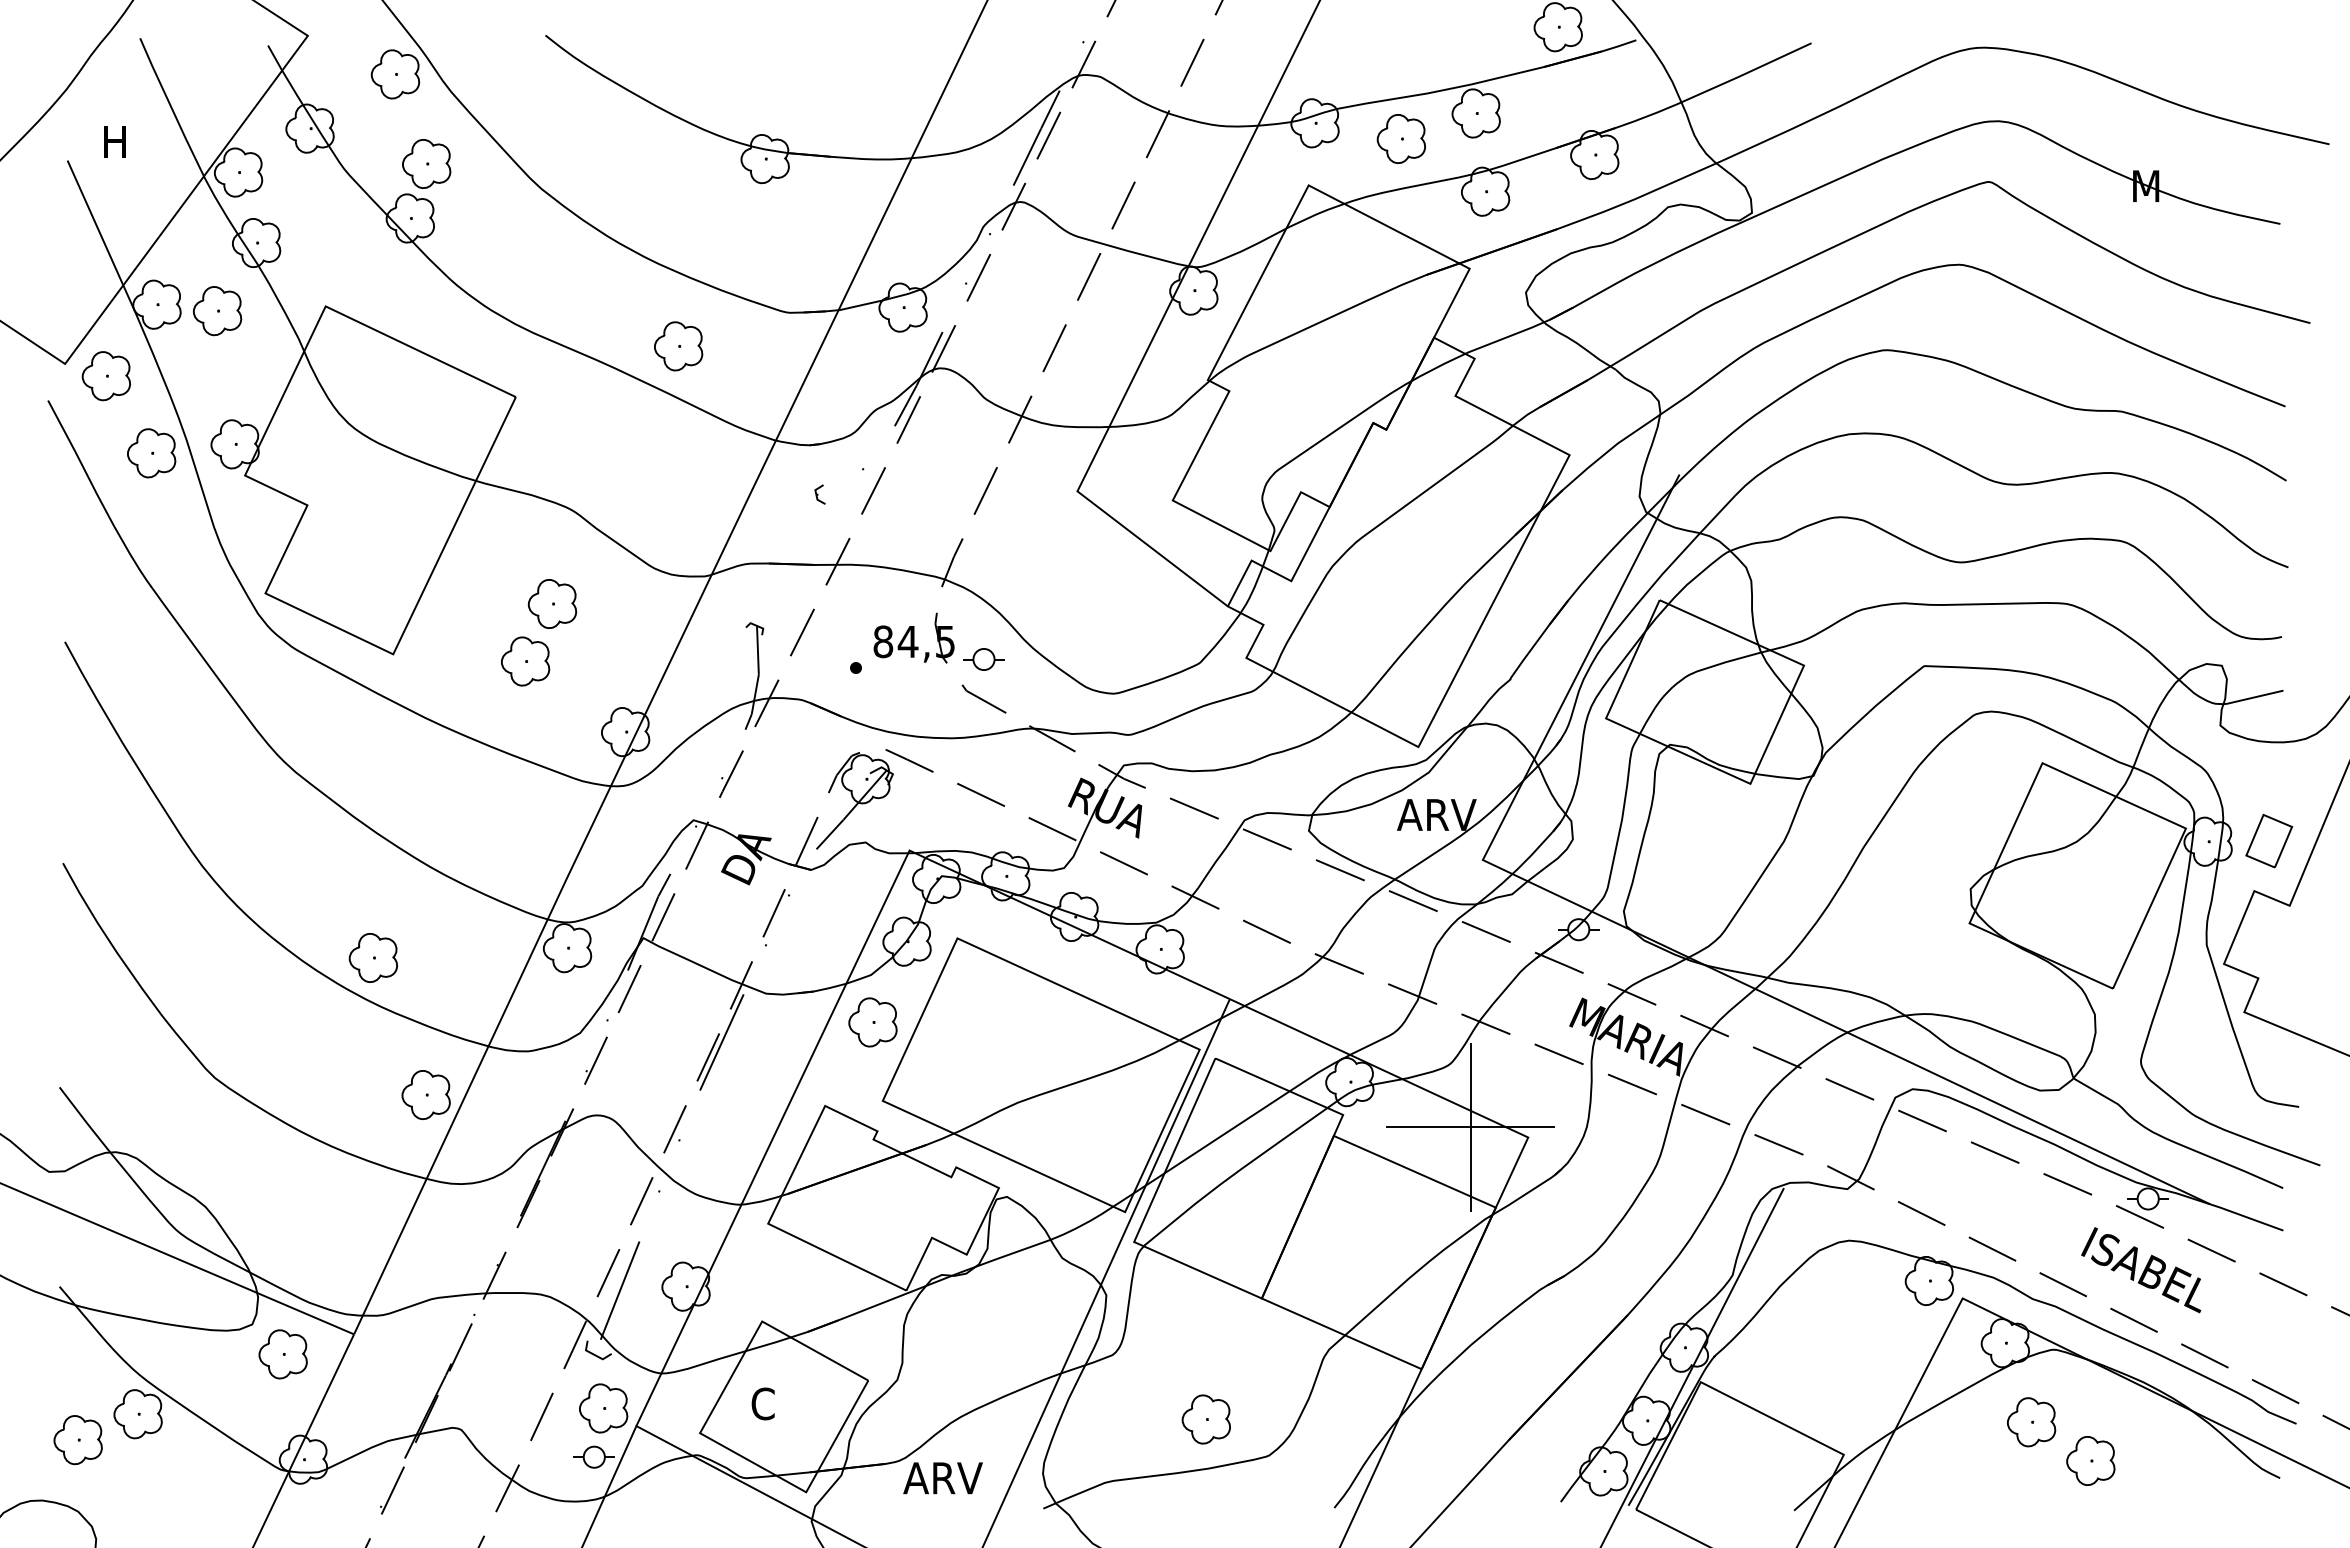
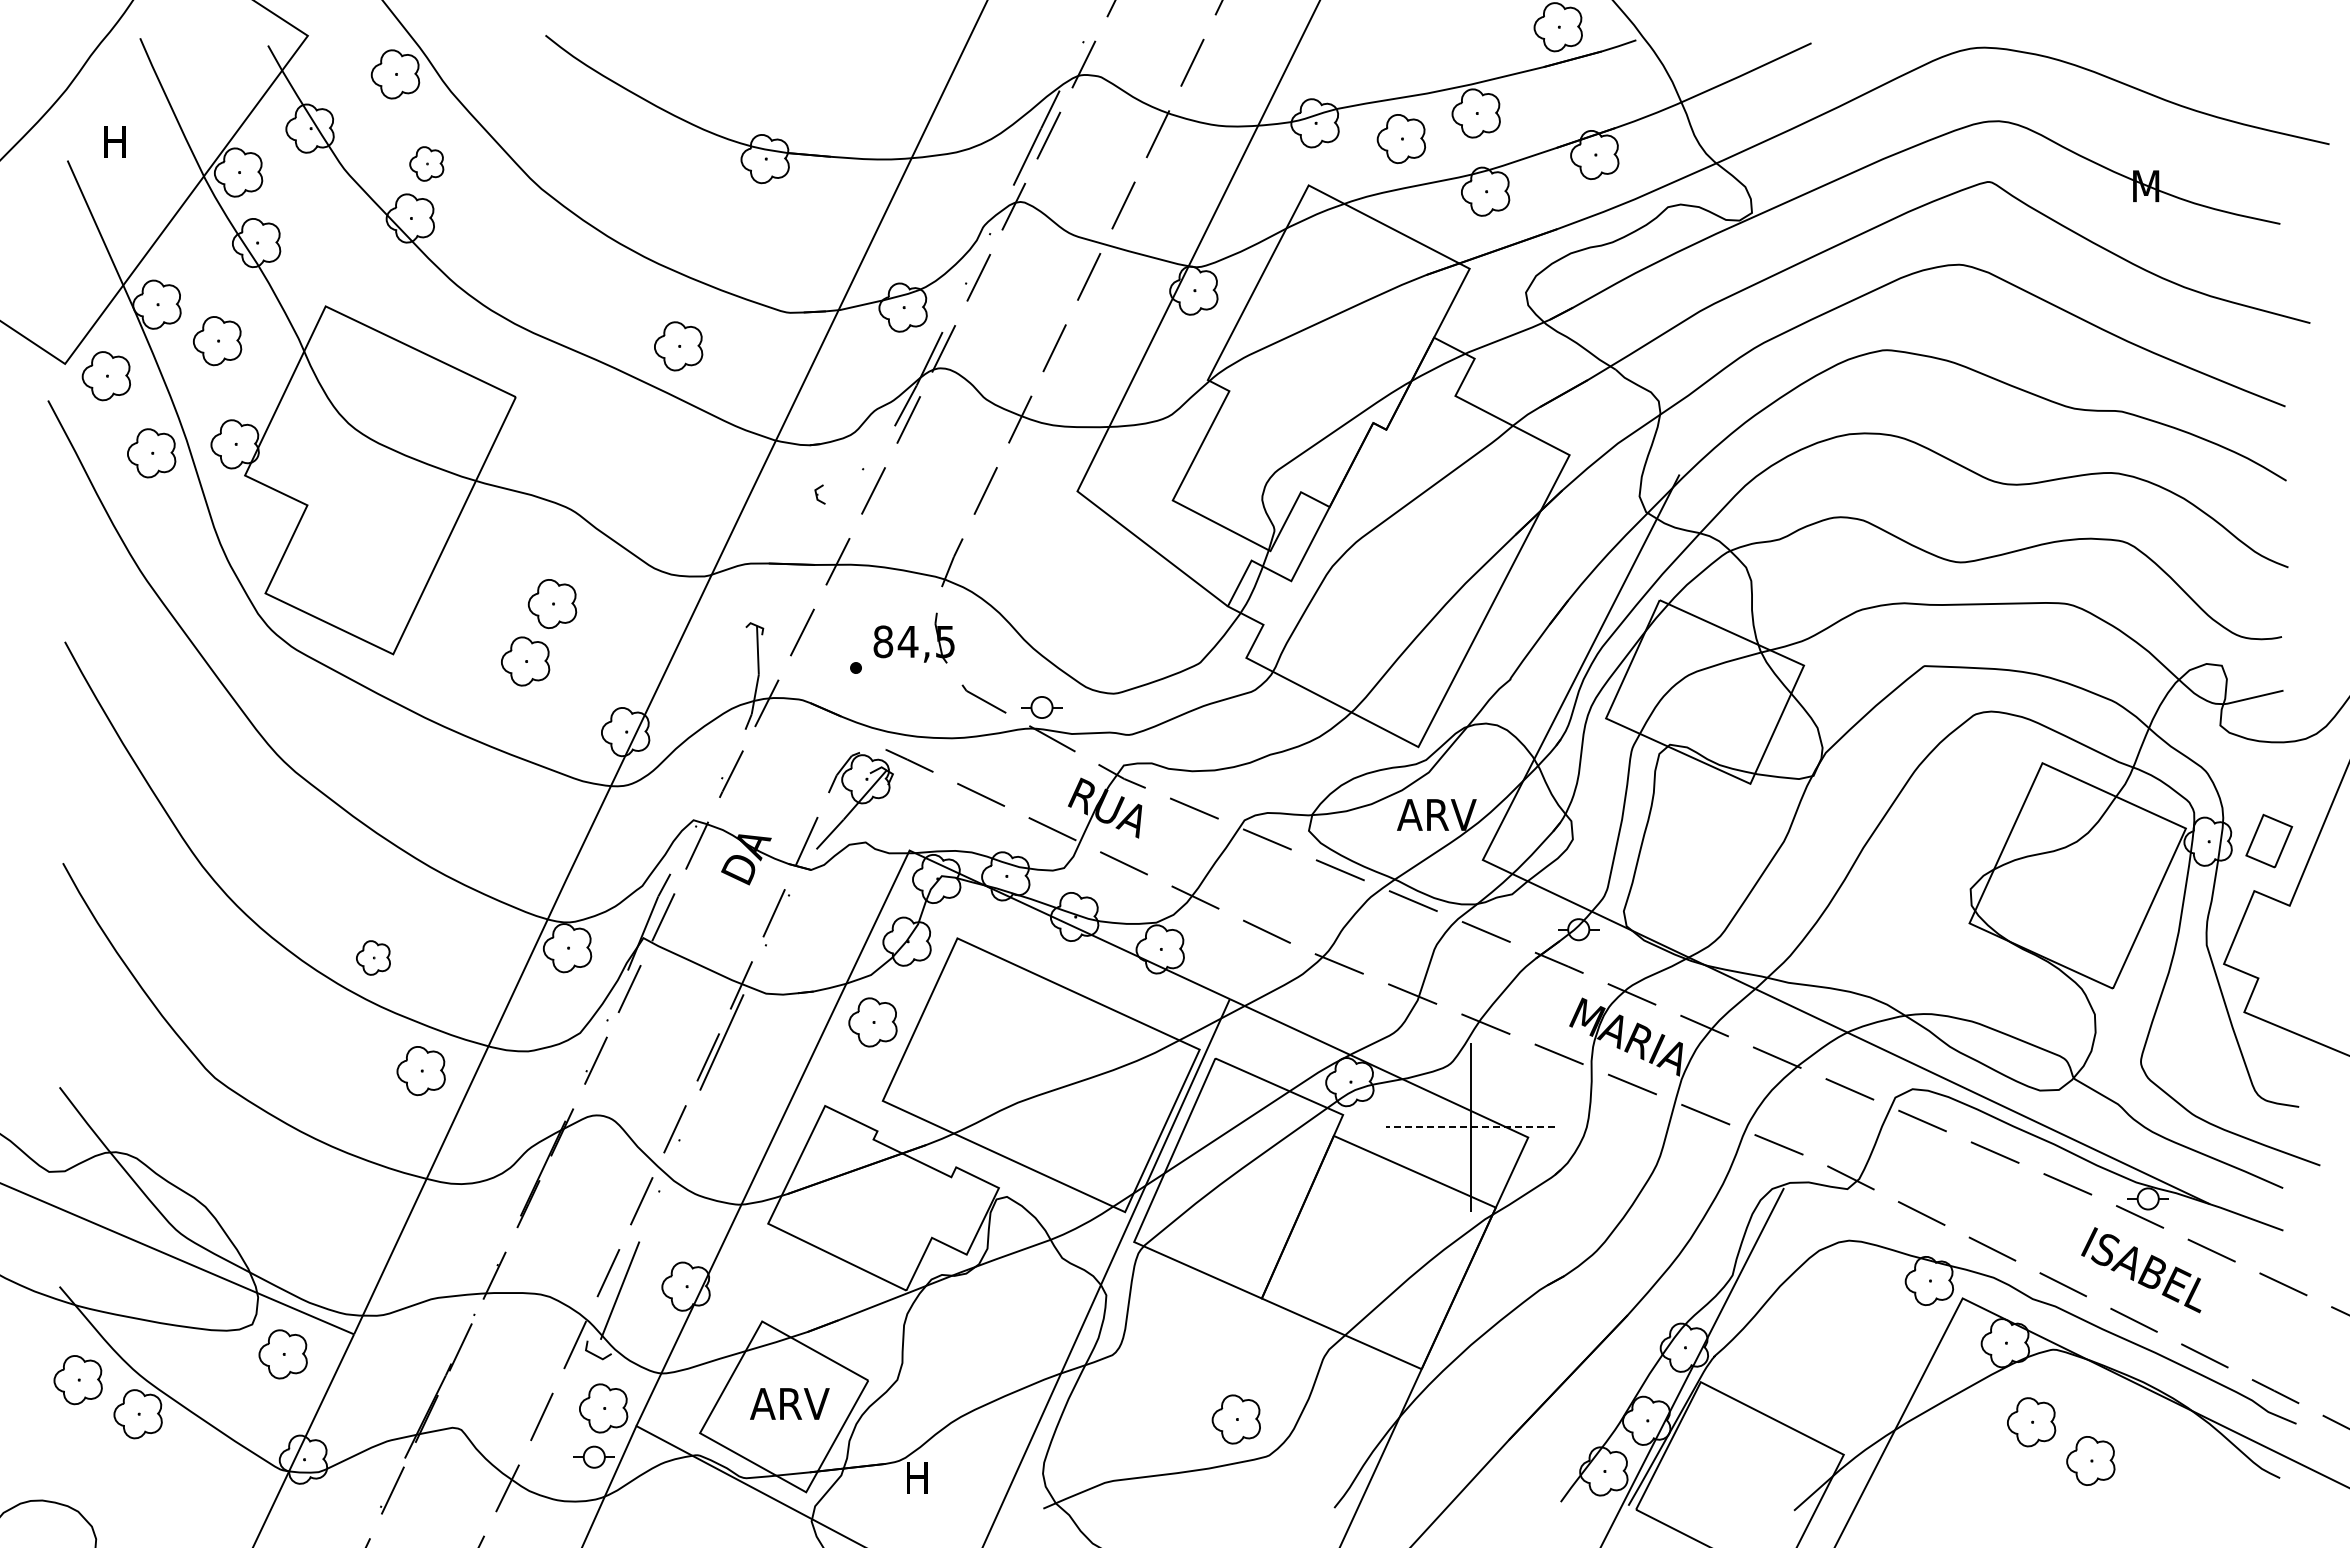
part at (426, 163) size: 50x50 px -> 36x36 px
part at (217, 311) position: (217, 311) -> (217, 341)
part at (983, 659) position: (983, 659) -> (1041, 707)
part at (373, 957) size: 51x50 px -> 35x36 px
part at (425, 1095) position: (425, 1095) -> (420, 1071)
line at (1470, 1127): solid -> dashed
text at (789, 1403): C -> ARV
part at (1205, 1419) position: (1205, 1419) -> (1235, 1419)
part at (77, 1440) position: (77, 1440) -> (77, 1380)
text at (942, 1478): ARV -> H
